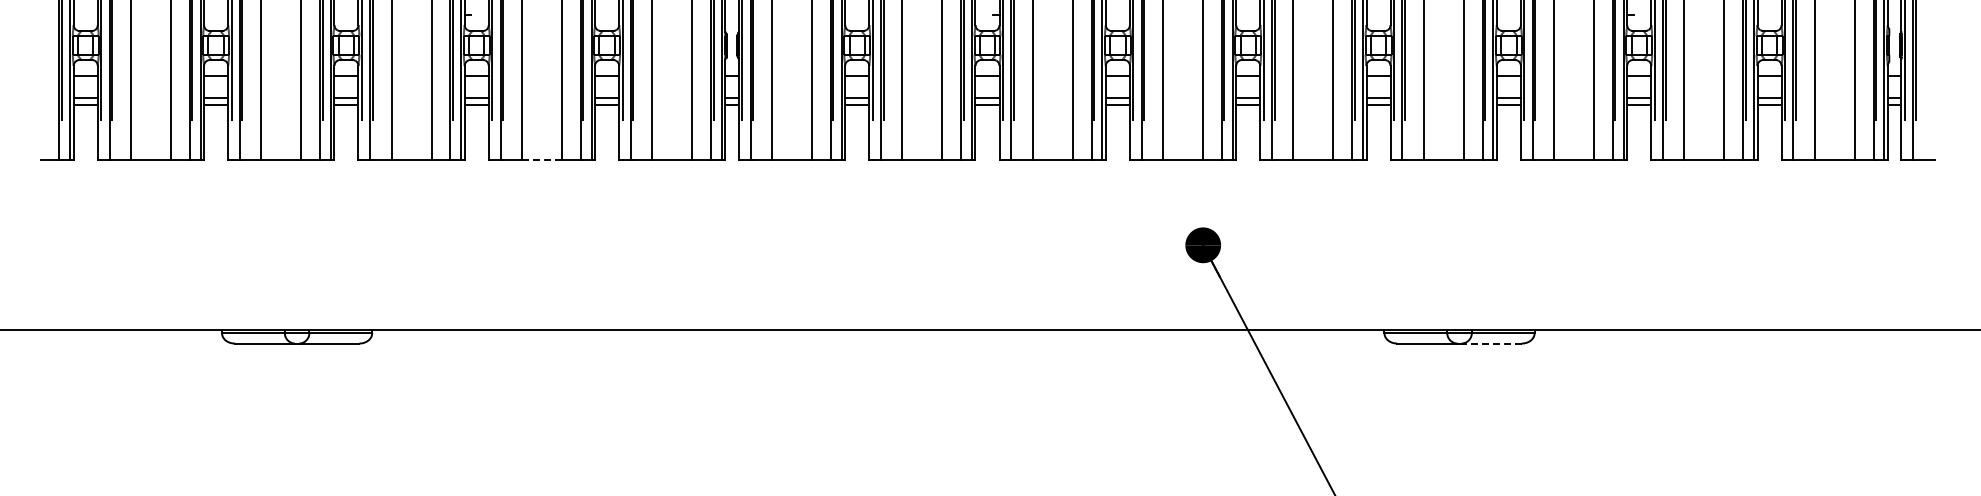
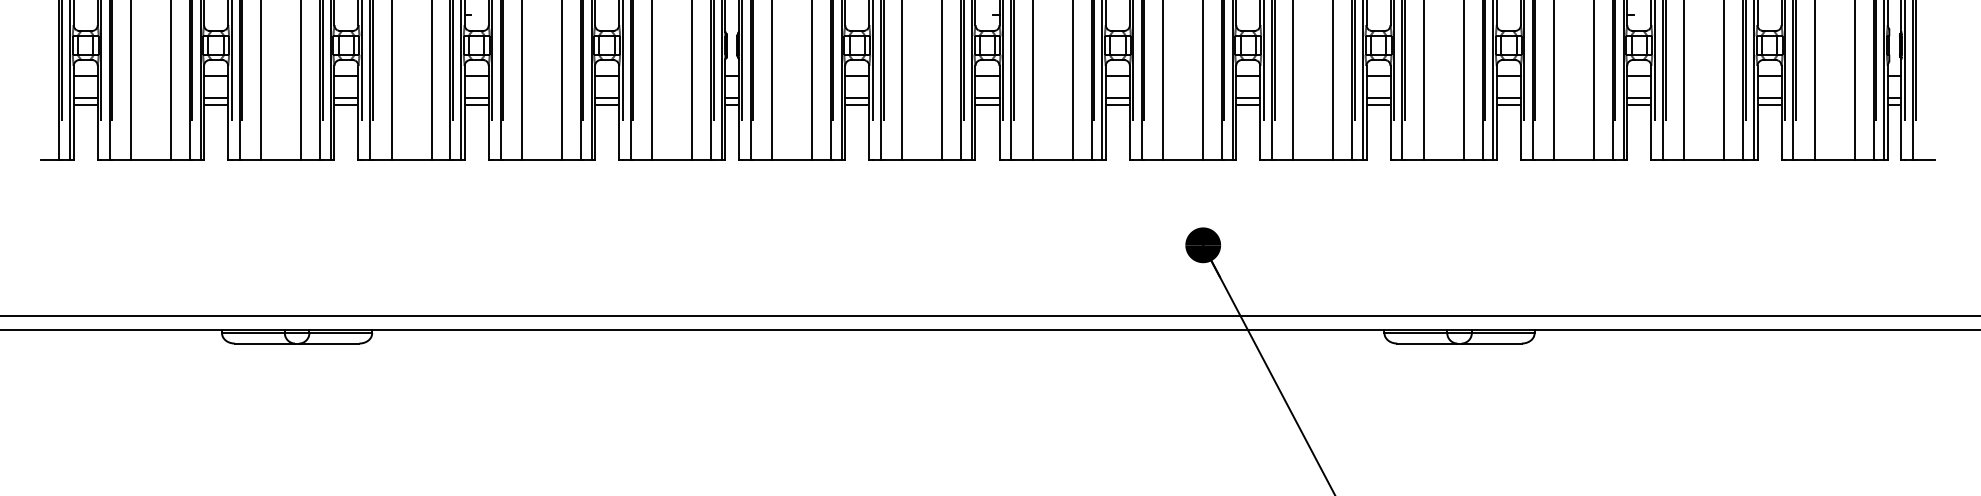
line at (541, 160): dashed -> solid
line at (989, 315): none -> present
line at (1491, 343): dashed -> solid
